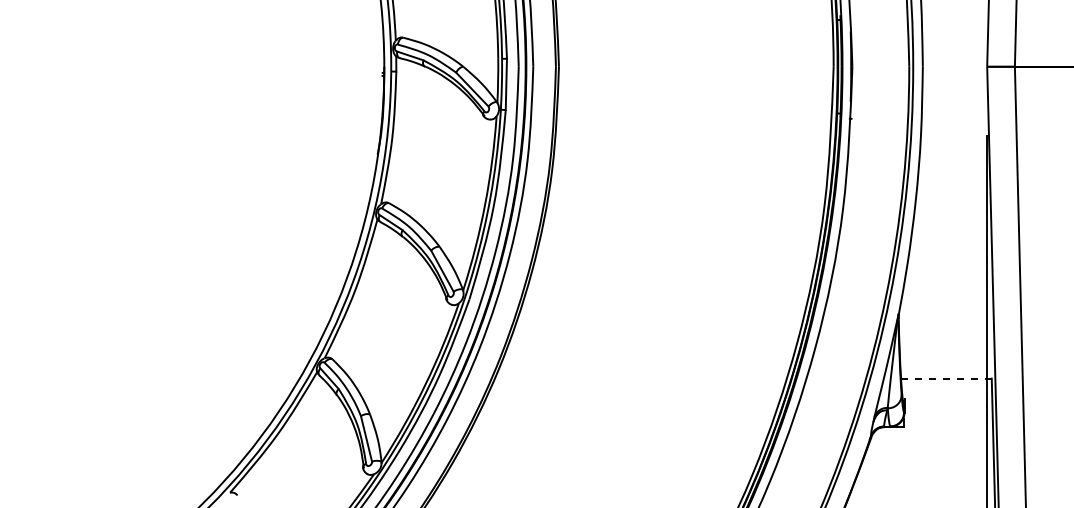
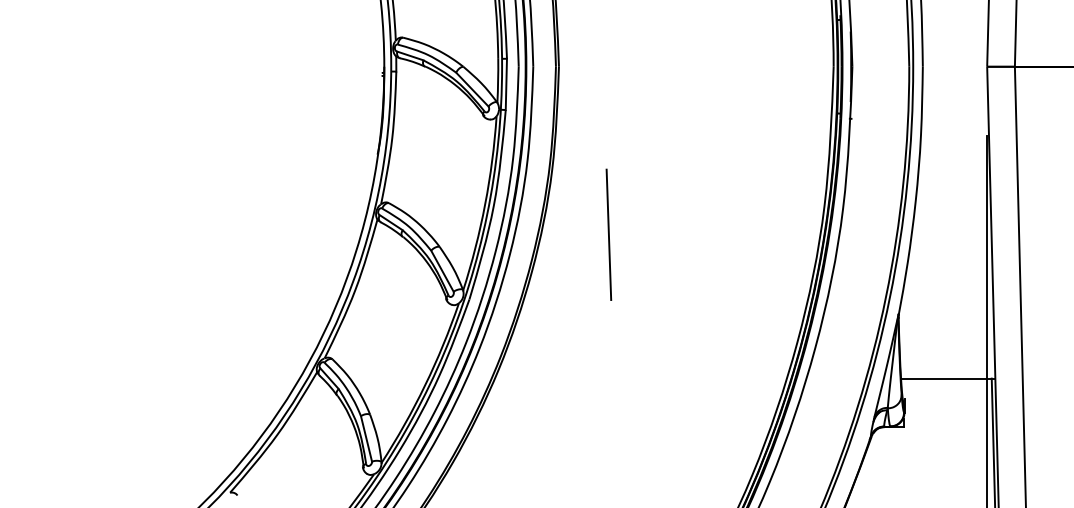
line at (608, 234): none -> present
line at (948, 378): dashed -> solid
